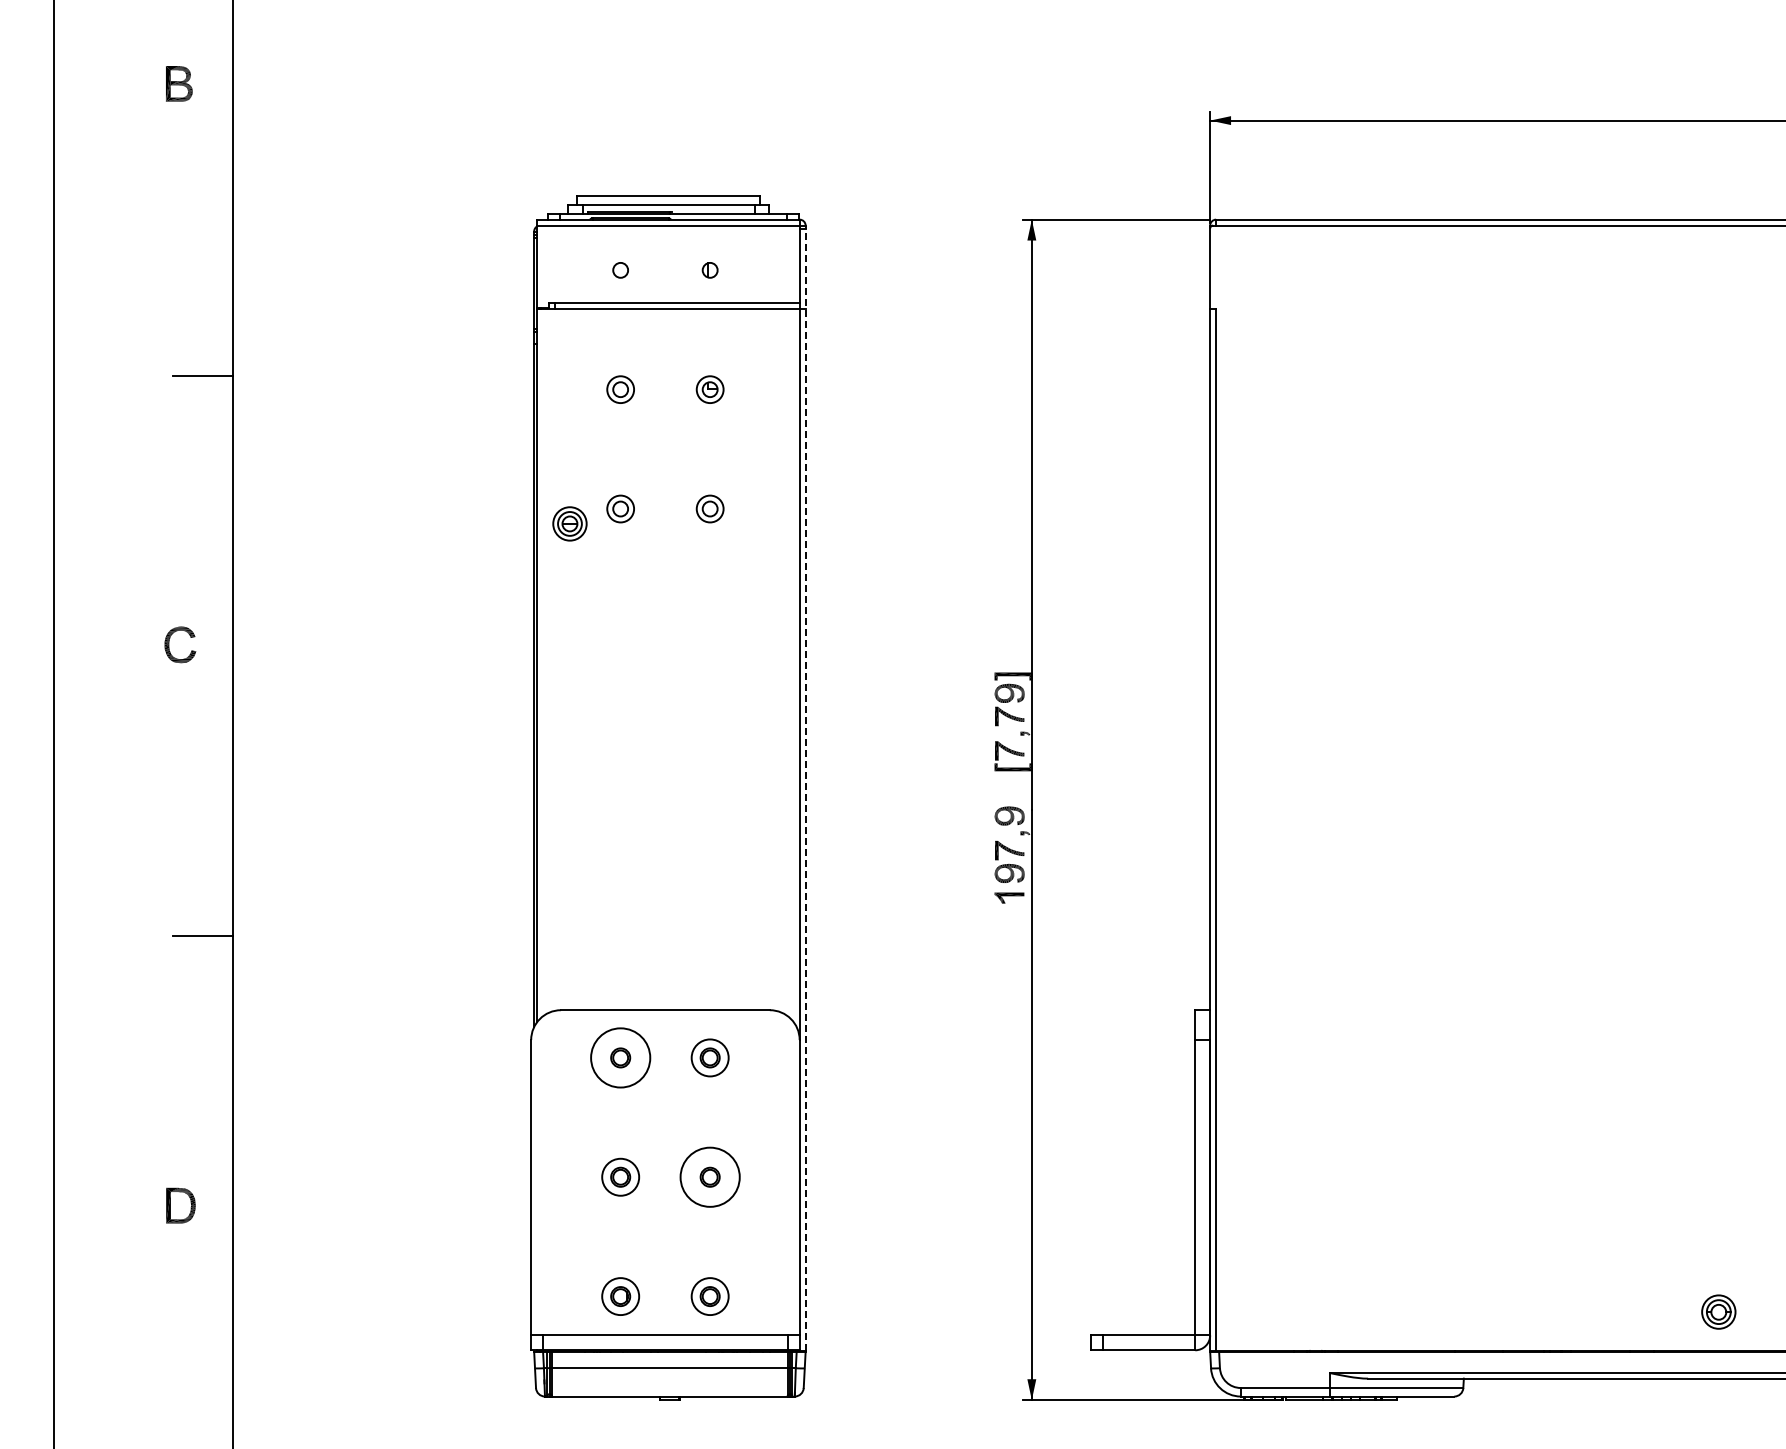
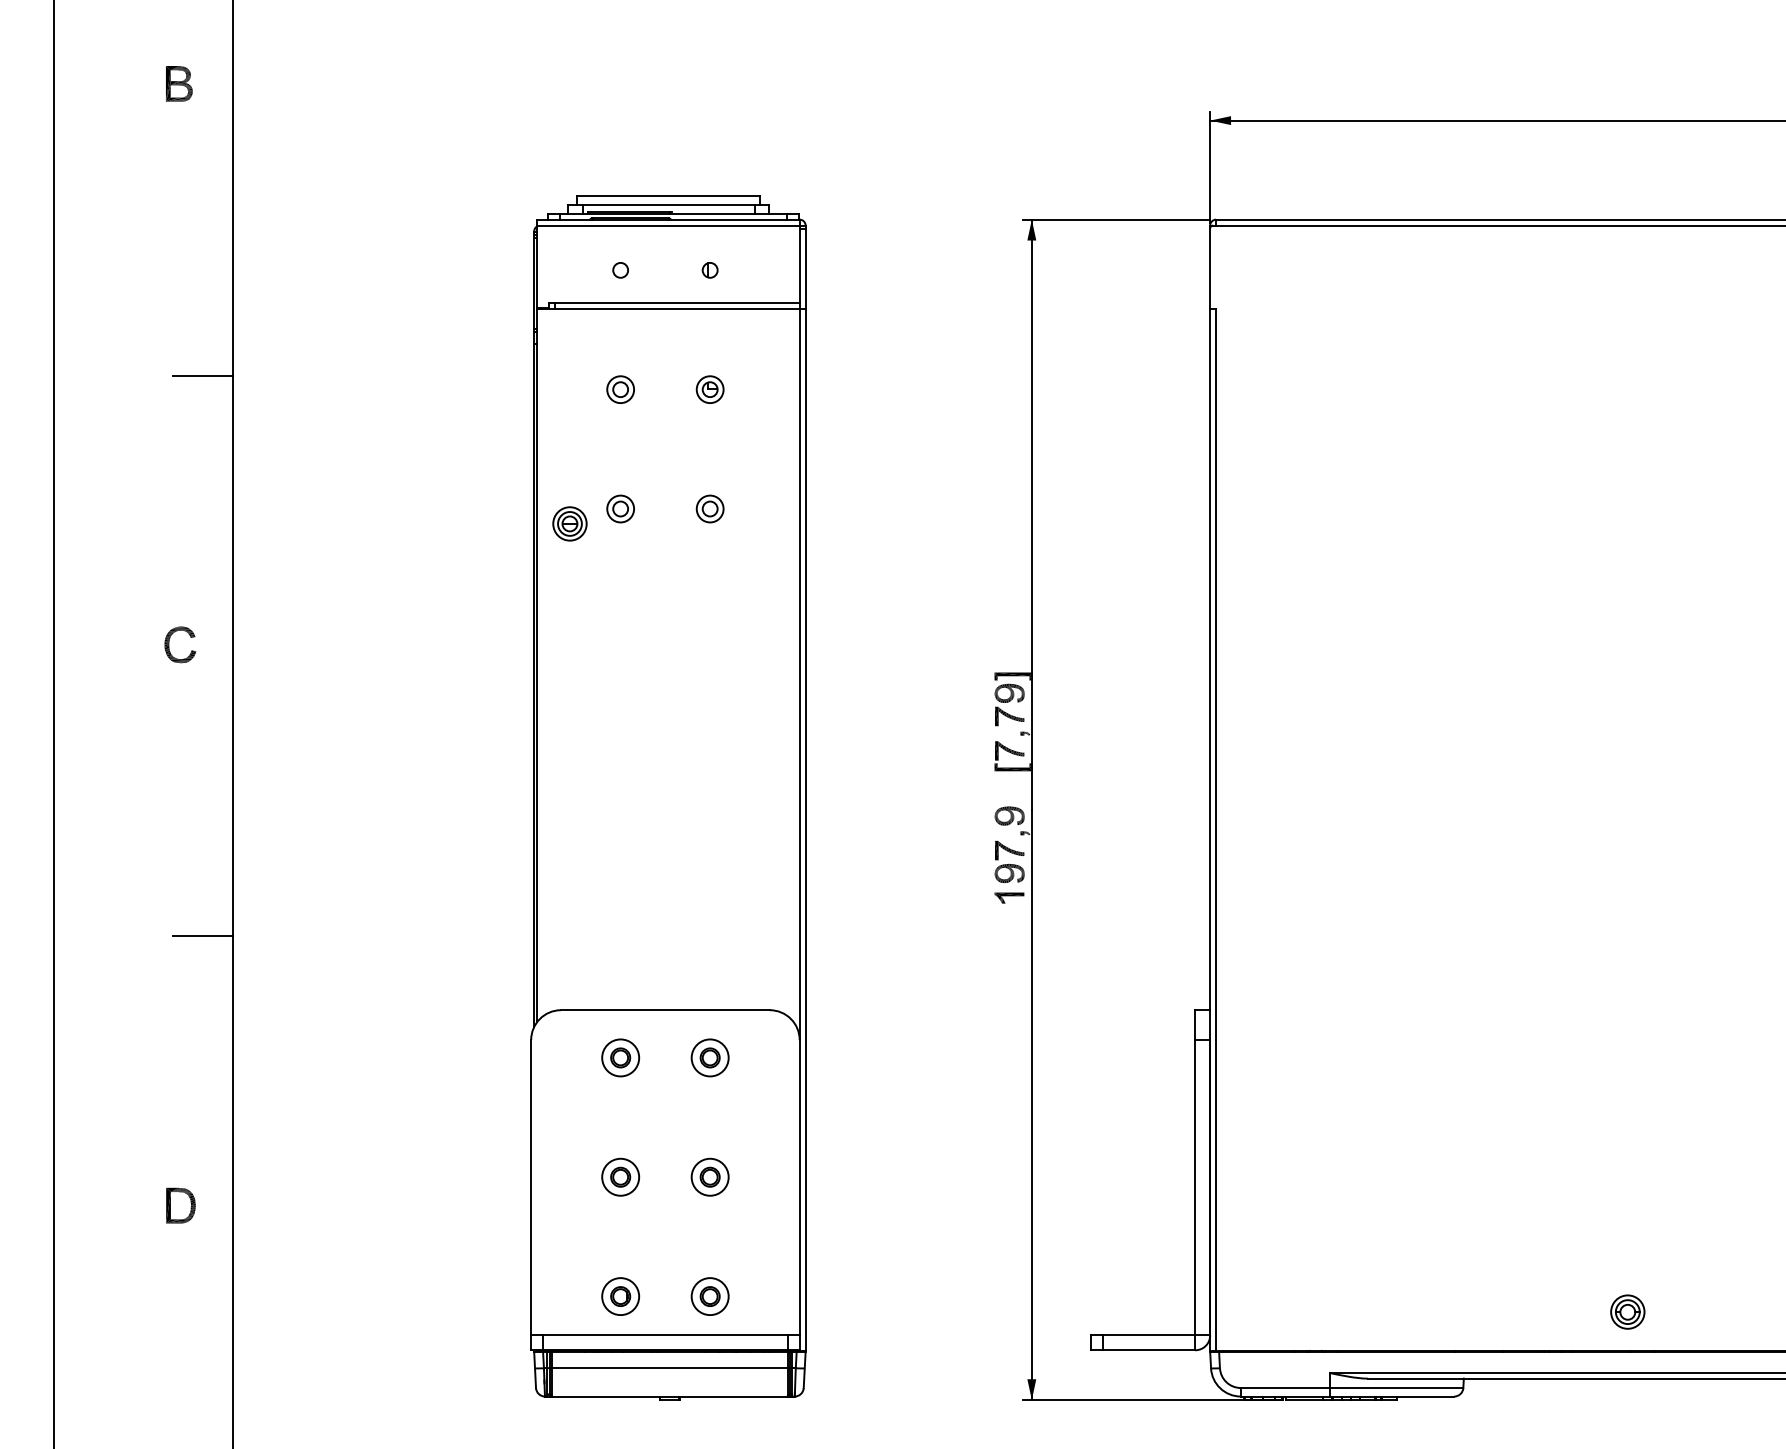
line at (805, 788): dashed -> solid
circle at (620, 1057) diameter: 59 px -> 37 px
circle at (709, 1176) diameter: 59 px -> 37 px
part at (1718, 1311) position: (1718, 1311) -> (1627, 1311)
